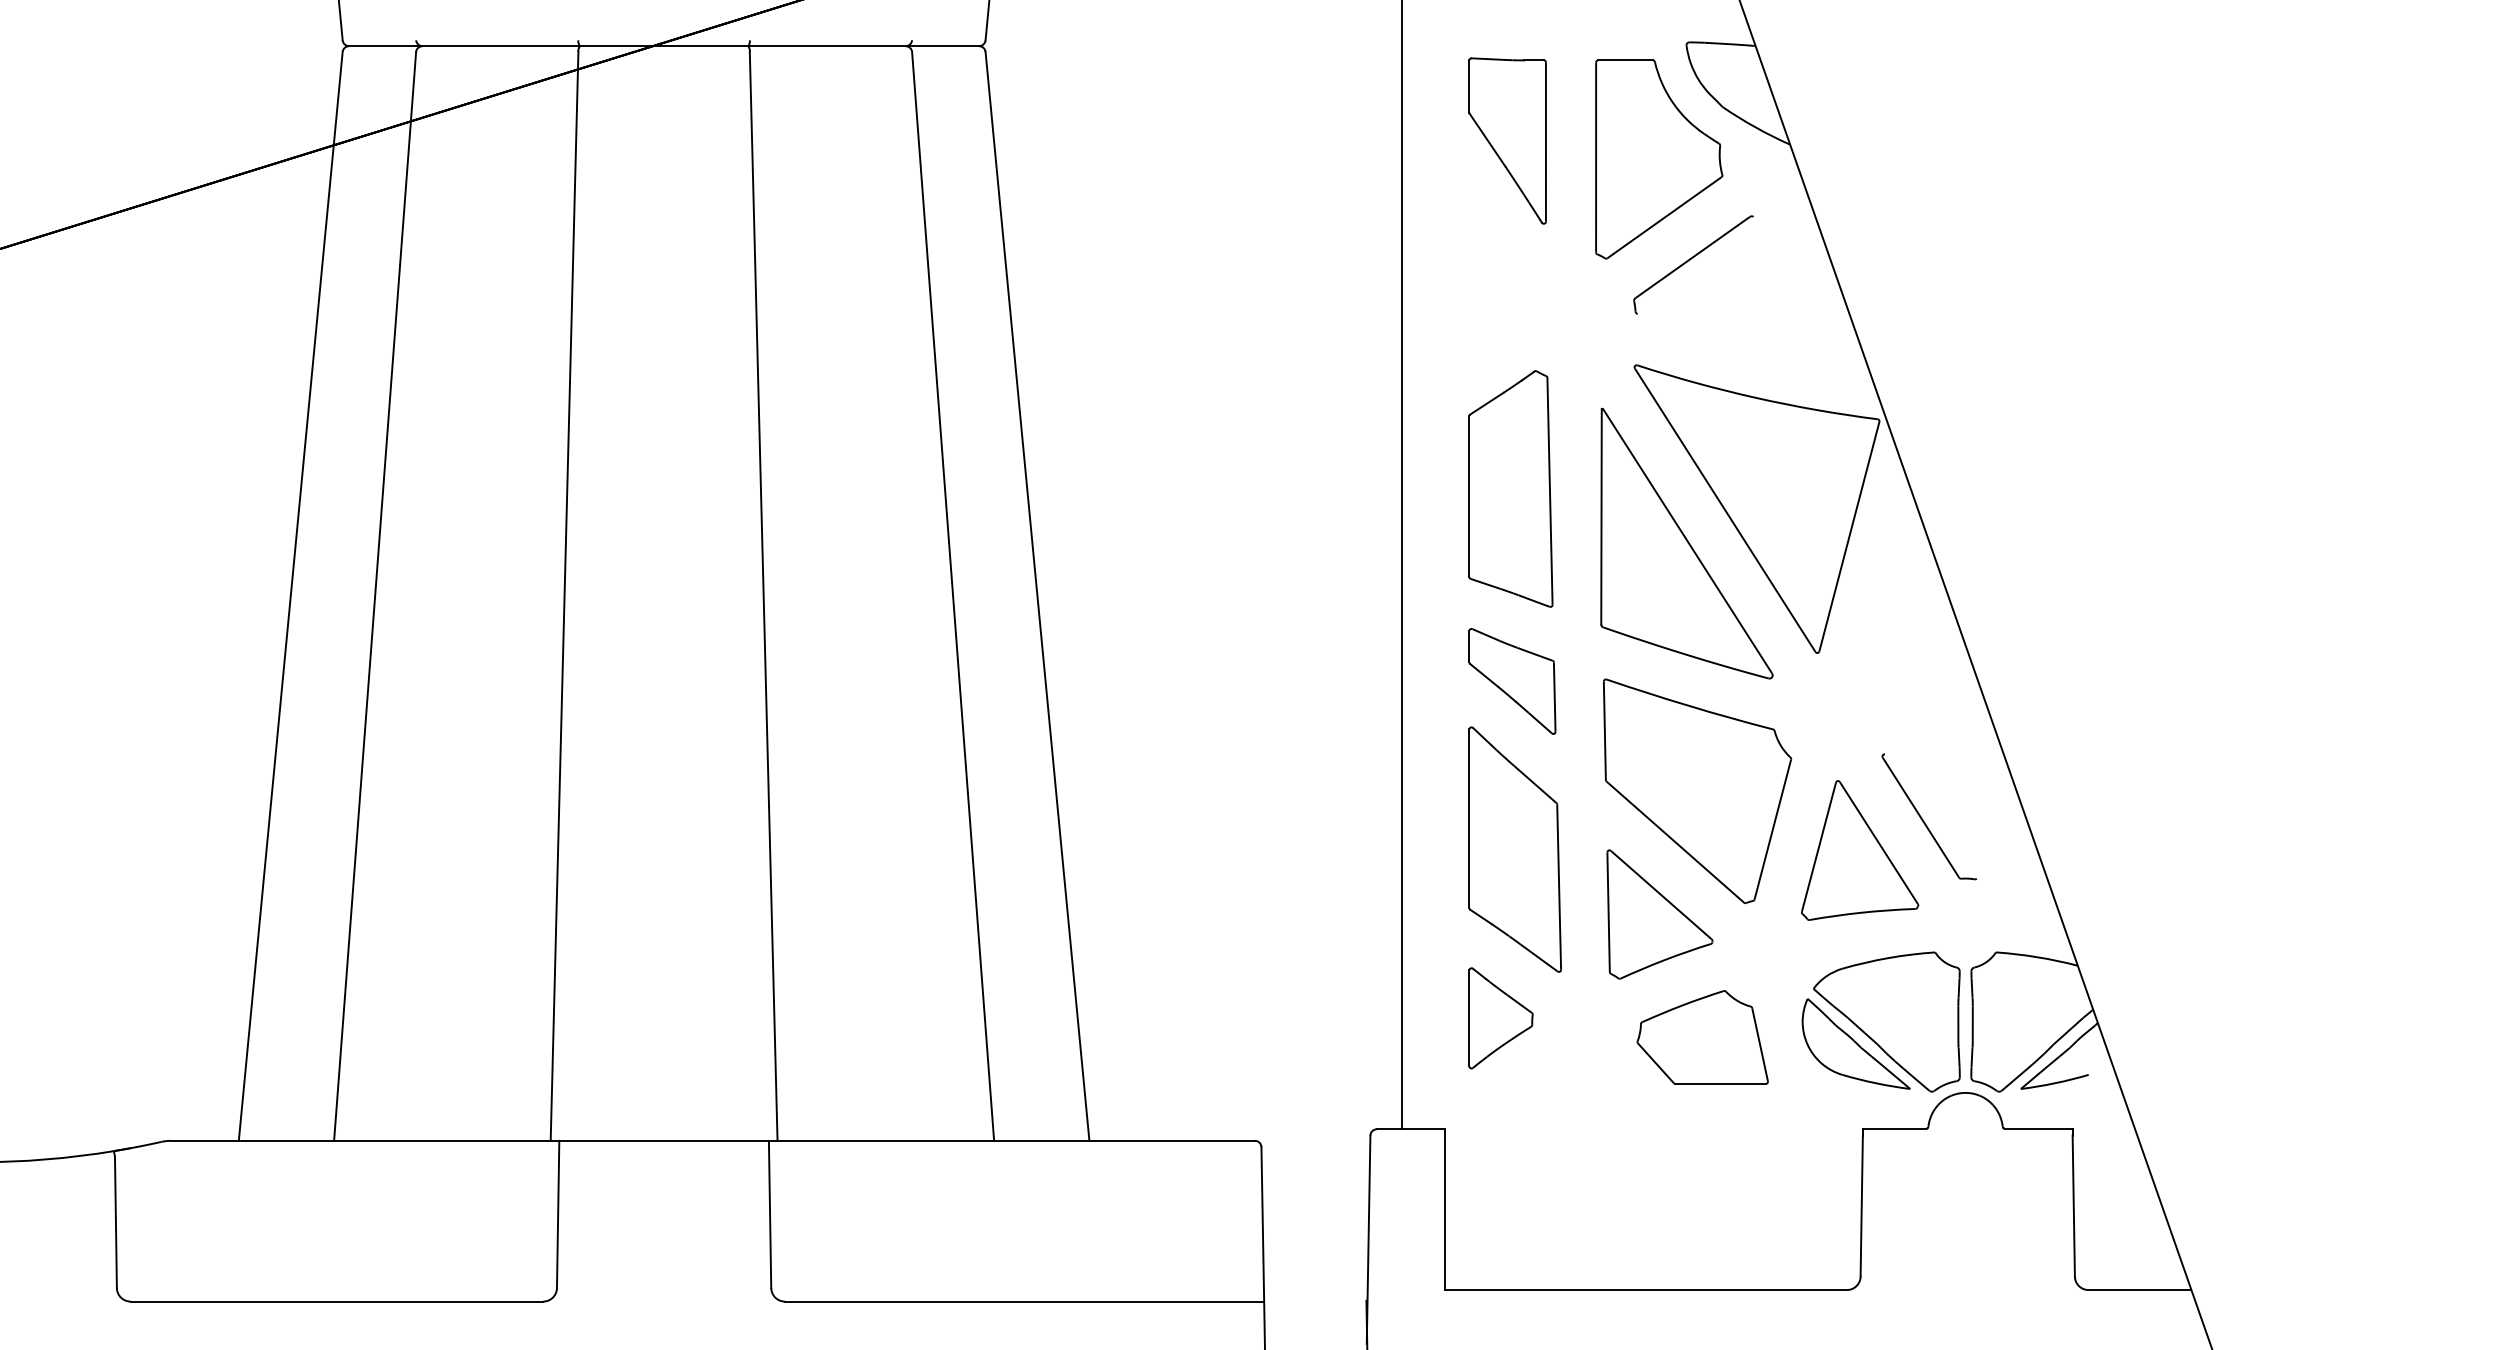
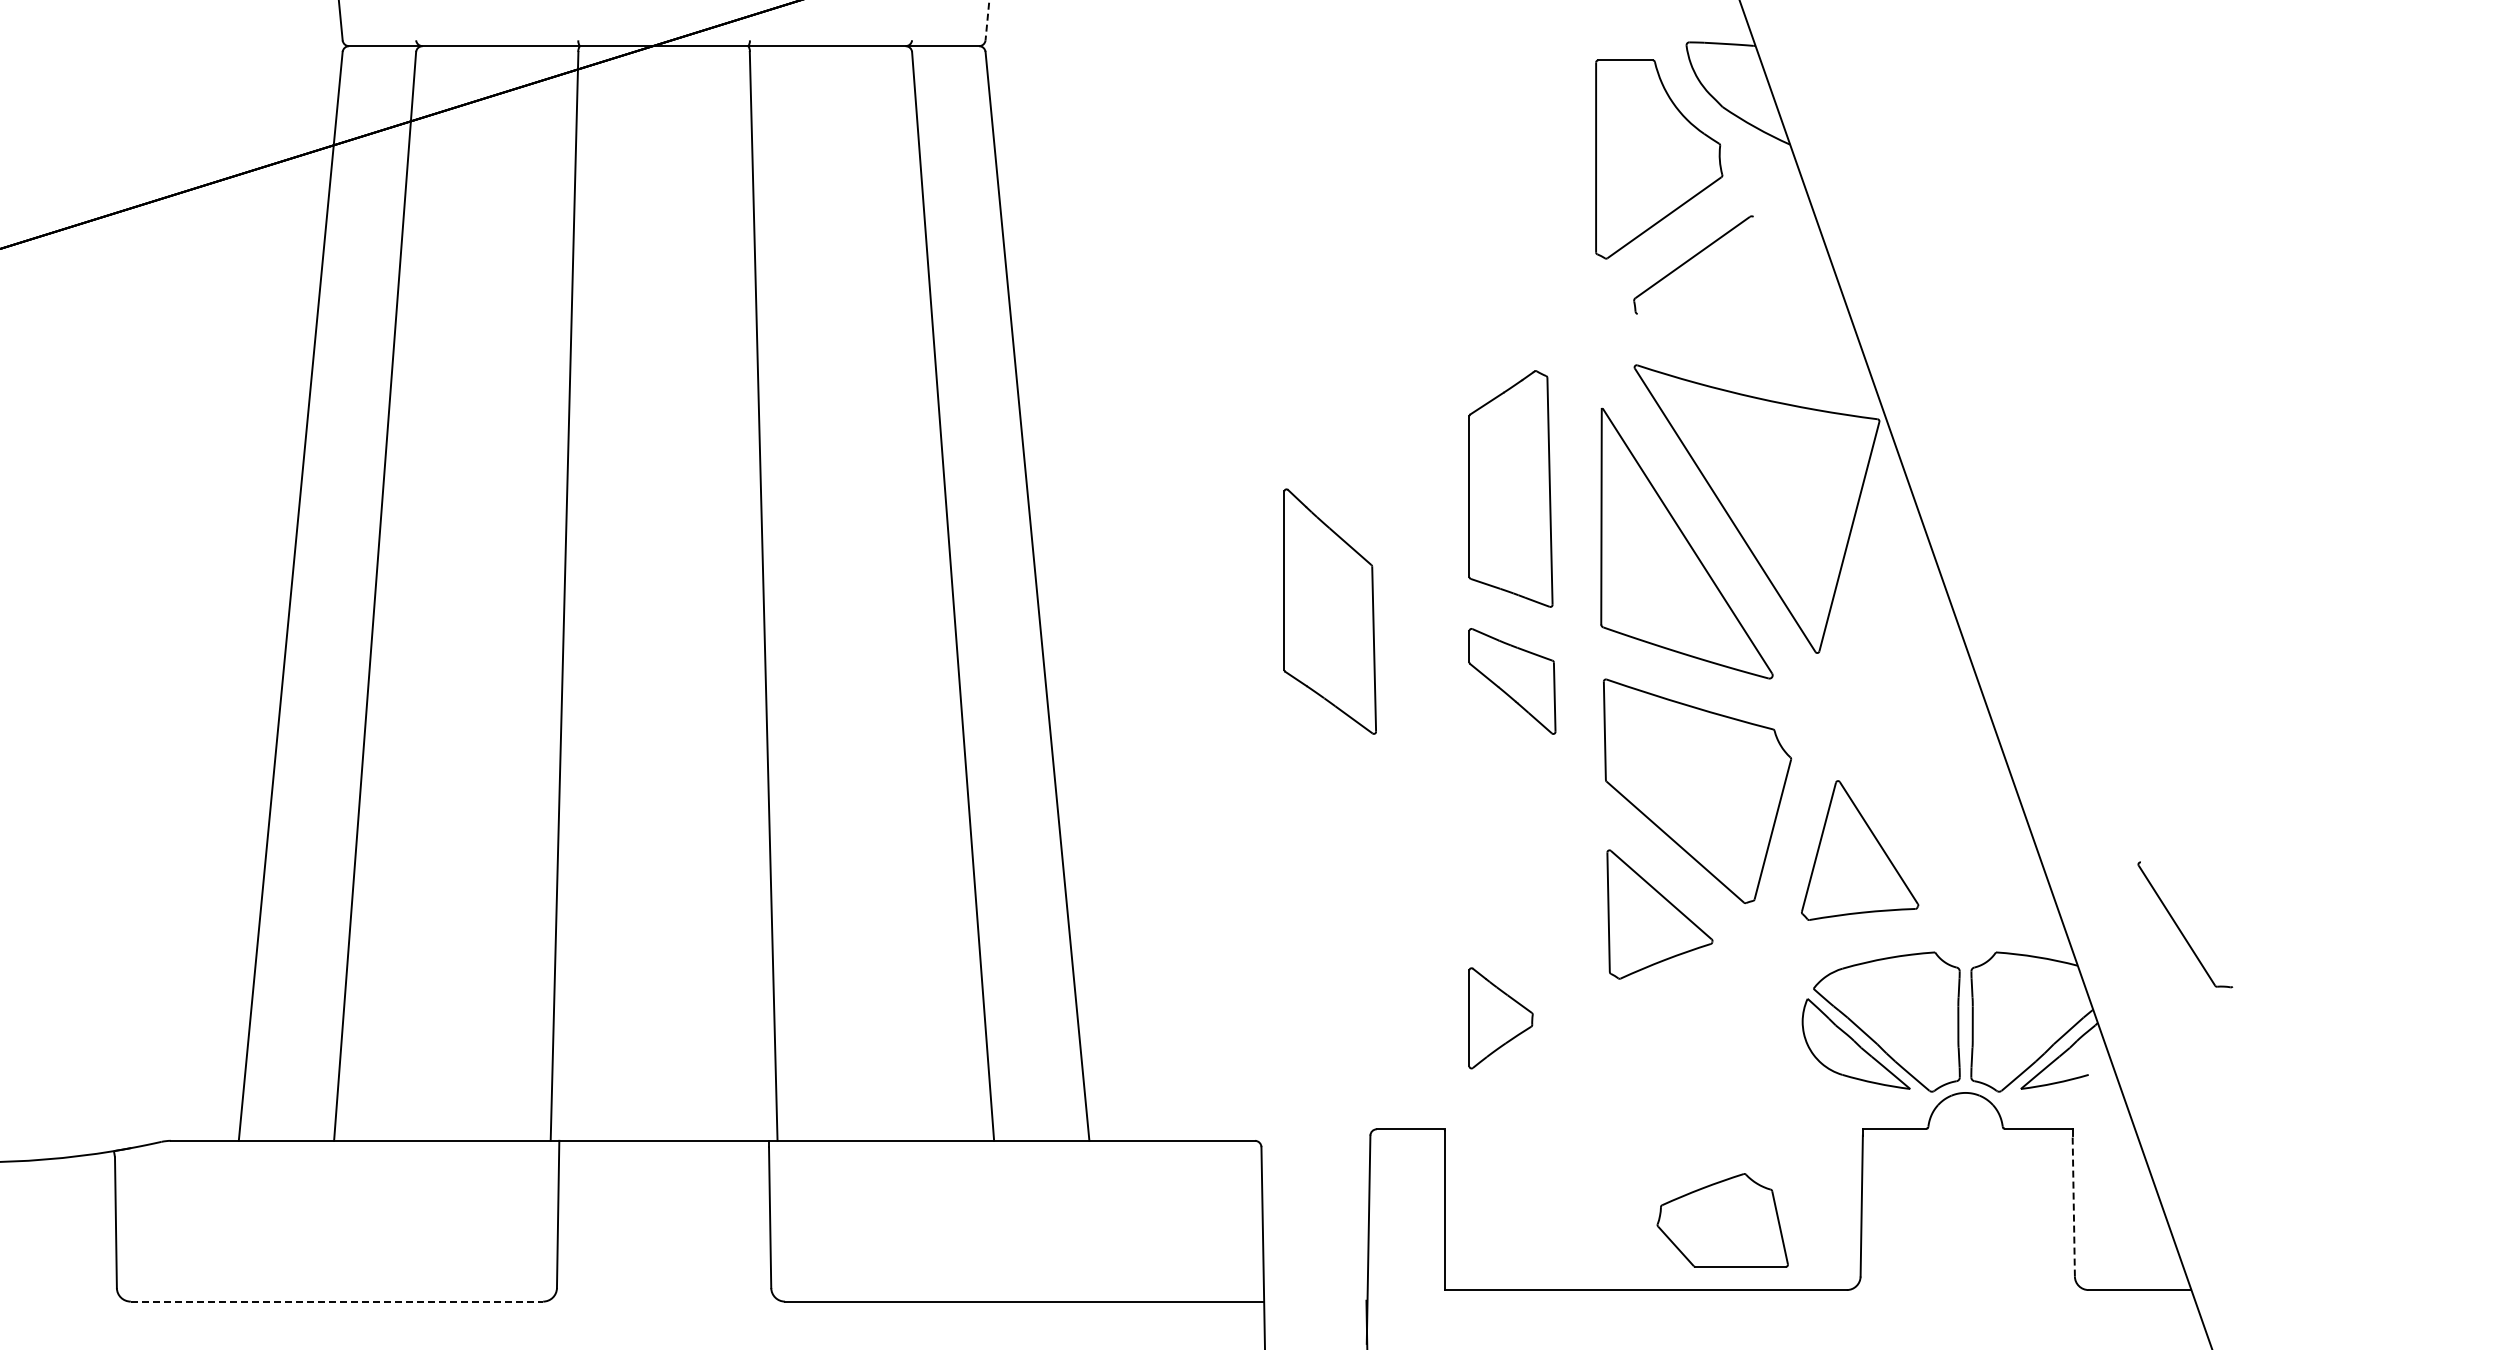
line at (987, 20): solid -> dashed
part at (1507, 140): present -> none
line at (1401, 565): present -> none
part at (1923, 819) position: (1923, 819) -> (2179, 927)
part at (1514, 849) position: (1514, 849) -> (1329, 611)
part at (1702, 1037) position: (1702, 1037) -> (1722, 1220)
line at (2073, 1205): solid -> dashed
line at (337, 1301): solid -> dashed
